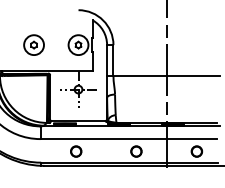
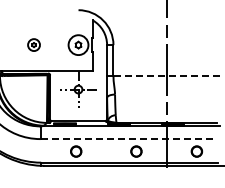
part at (33, 44) size: 22x22 px -> 14x14 px
line at (166, 75): solid -> dashed
line at (129, 139): solid -> dashed
